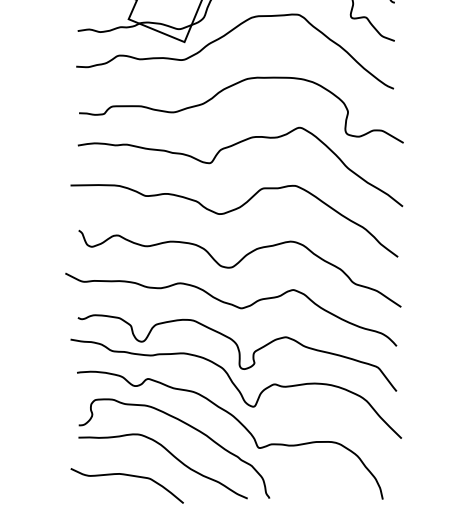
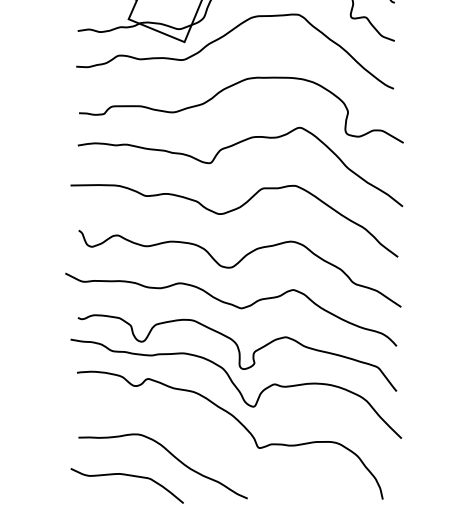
curve at (185, 424): present -> none
